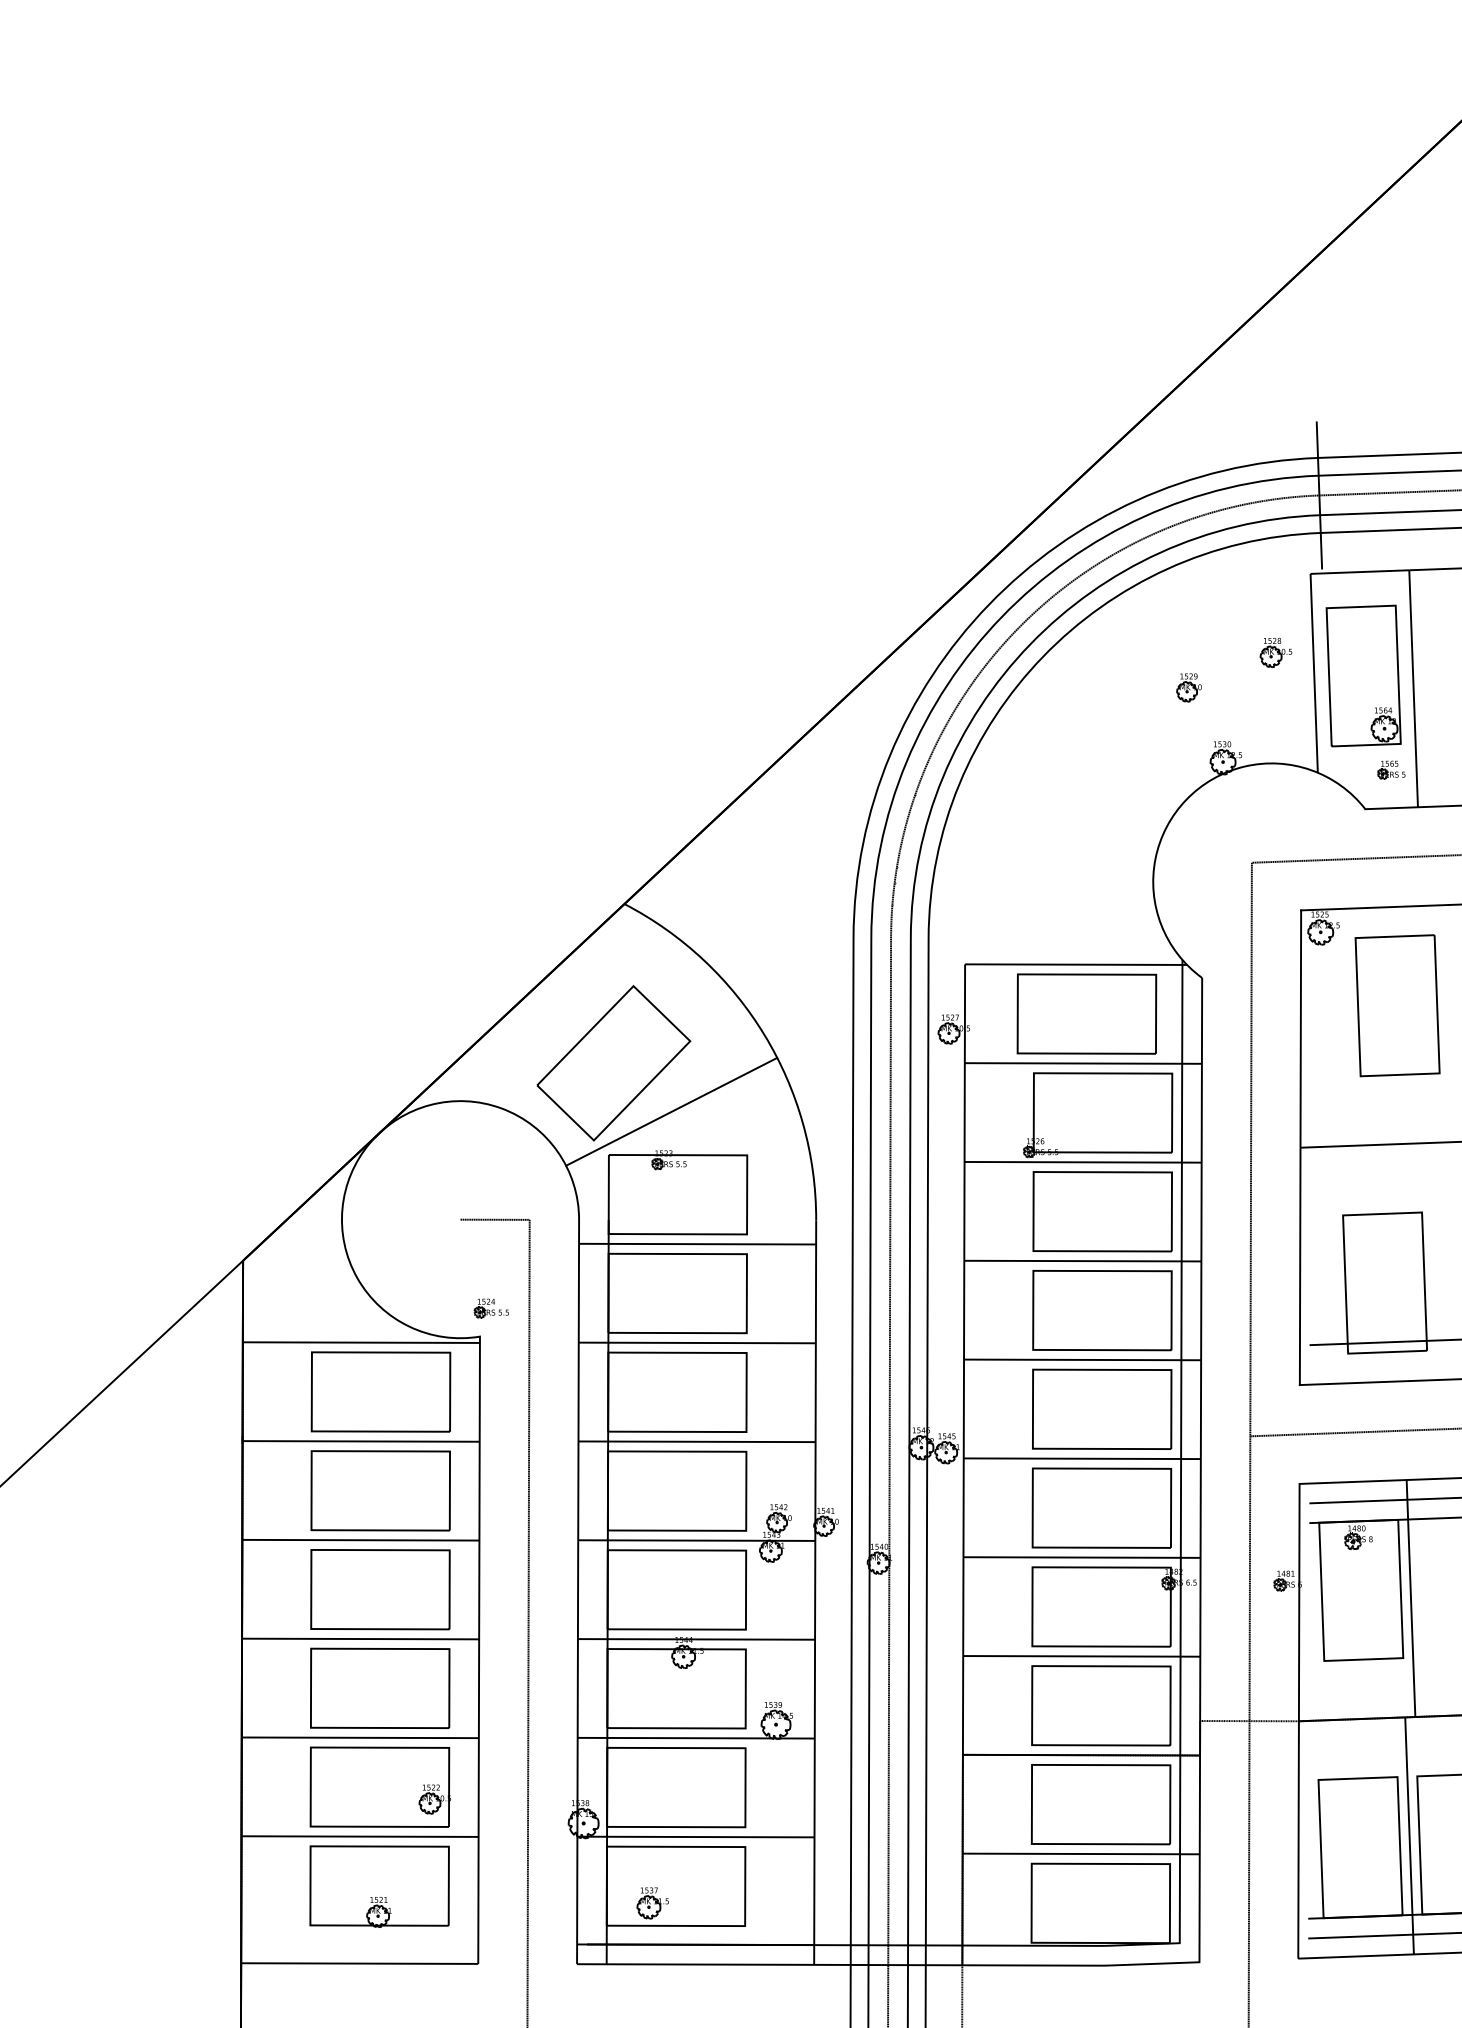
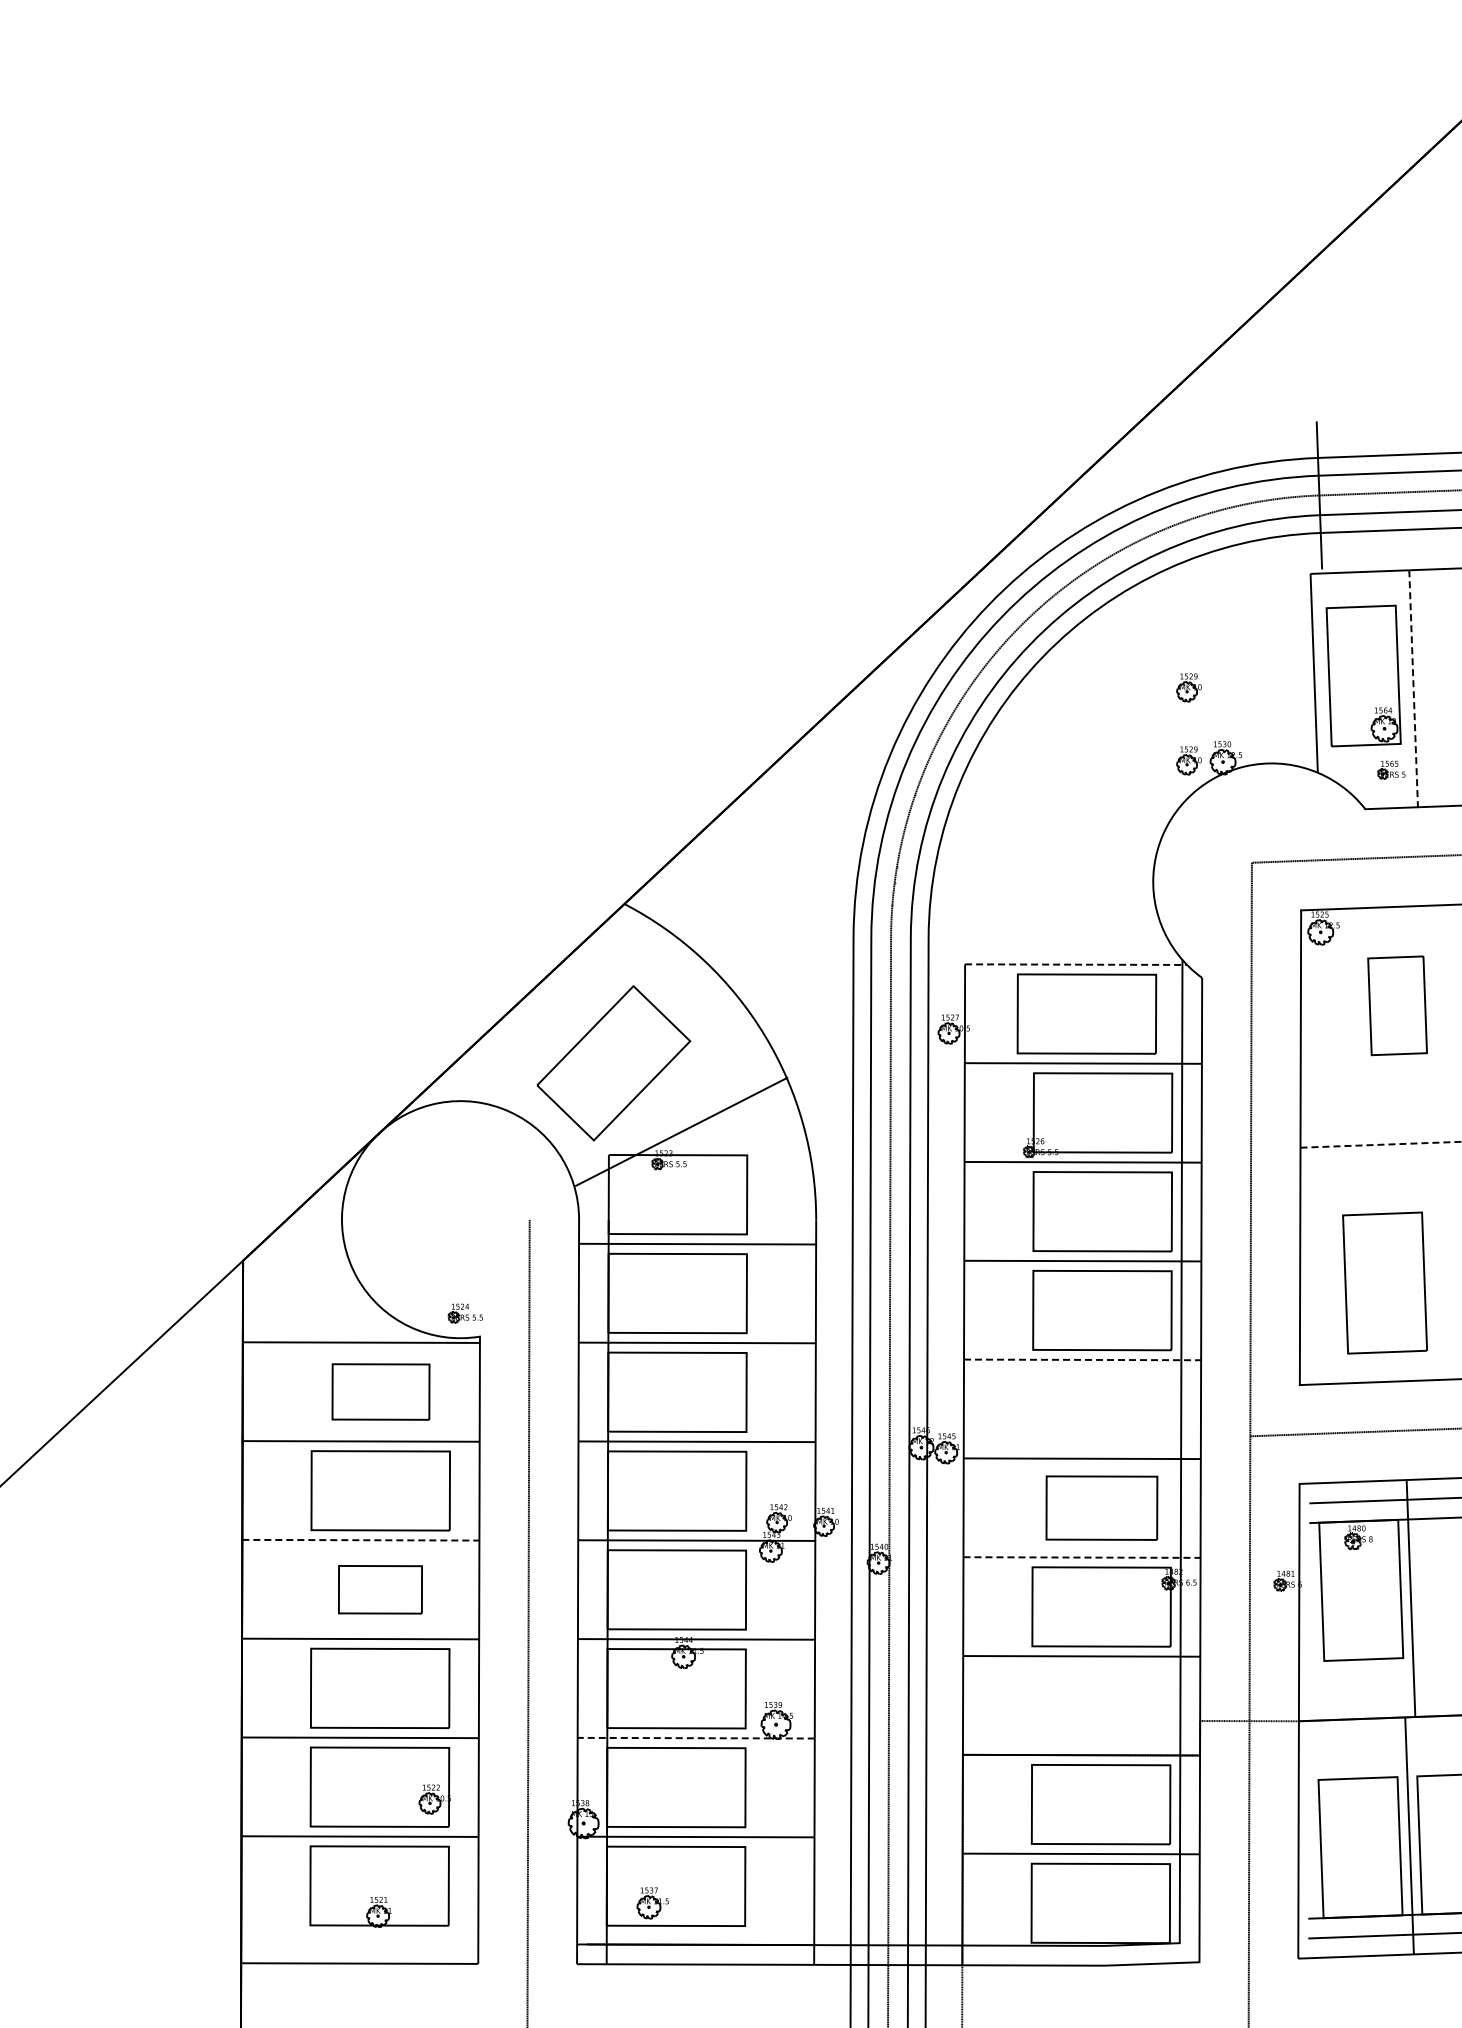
part at (1275, 652): present -> none
line at (1413, 688): solid -> dashed
part at (1188, 760): none -> present
line at (1076, 964): solid -> dashed
part at (1397, 1005) size: 87x144 px -> 61x102 px
line at (671, 1111) position: (671, 1111) -> (681, 1131)
line at (1381, 1144): solid -> dashed
line at (494, 1219): present -> none
part at (490, 1308) position: (490, 1308) -> (464, 1313)
line at (1384, 1342): present -> none
line at (1082, 1359): solid -> dashed
part at (380, 1391) size: 142x82 px -> 100x58 px
part at (1102, 1408): present -> none
part at (1101, 1507) size: 142x82 px -> 114x66 px
line at (360, 1540): solid -> dashed
line at (1082, 1557): solid -> dashed
part at (380, 1589) size: 141x82 px -> 85x50 px
part at (1101, 1705): present -> none
line at (696, 1738): solid -> dashed
